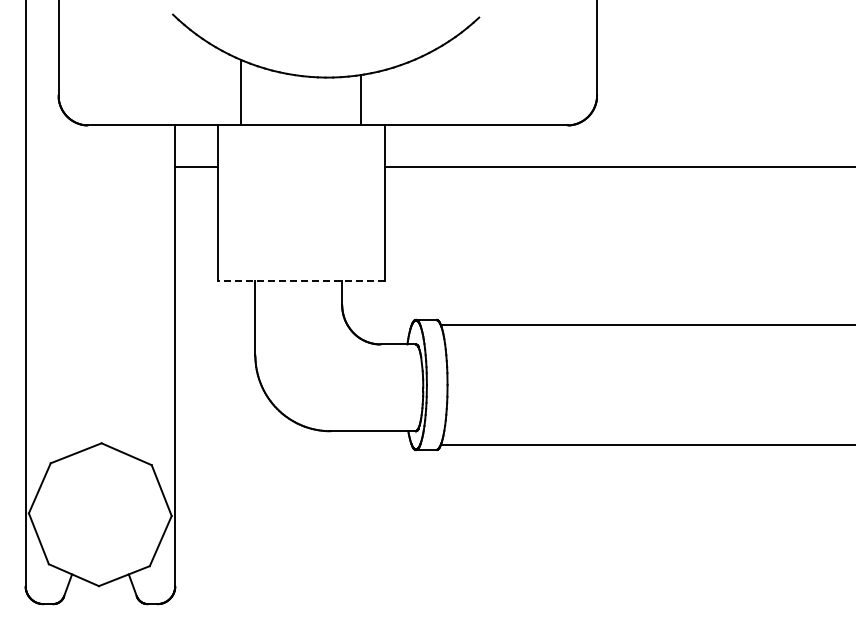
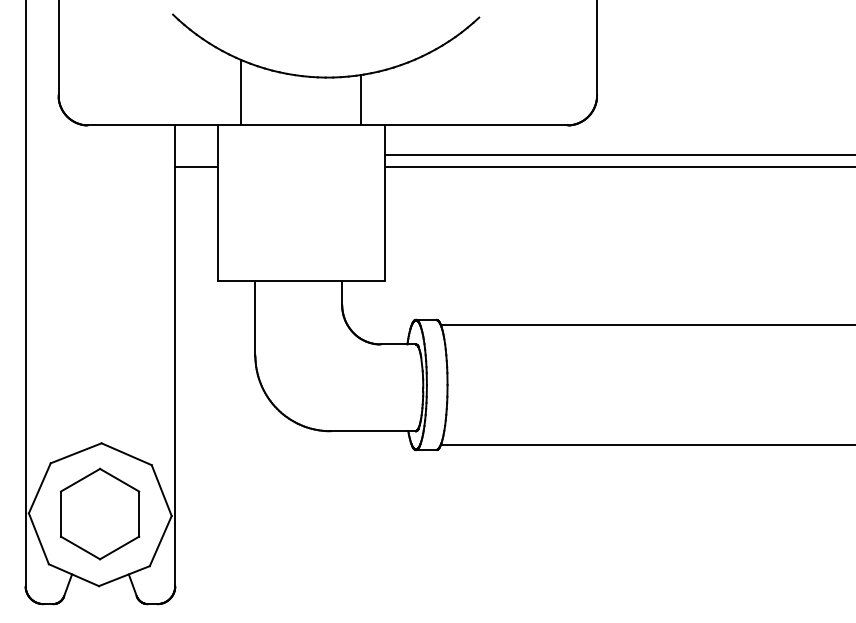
line at (618, 155): none -> present
line at (301, 280): dashed -> solid
part at (99, 513): none -> present
